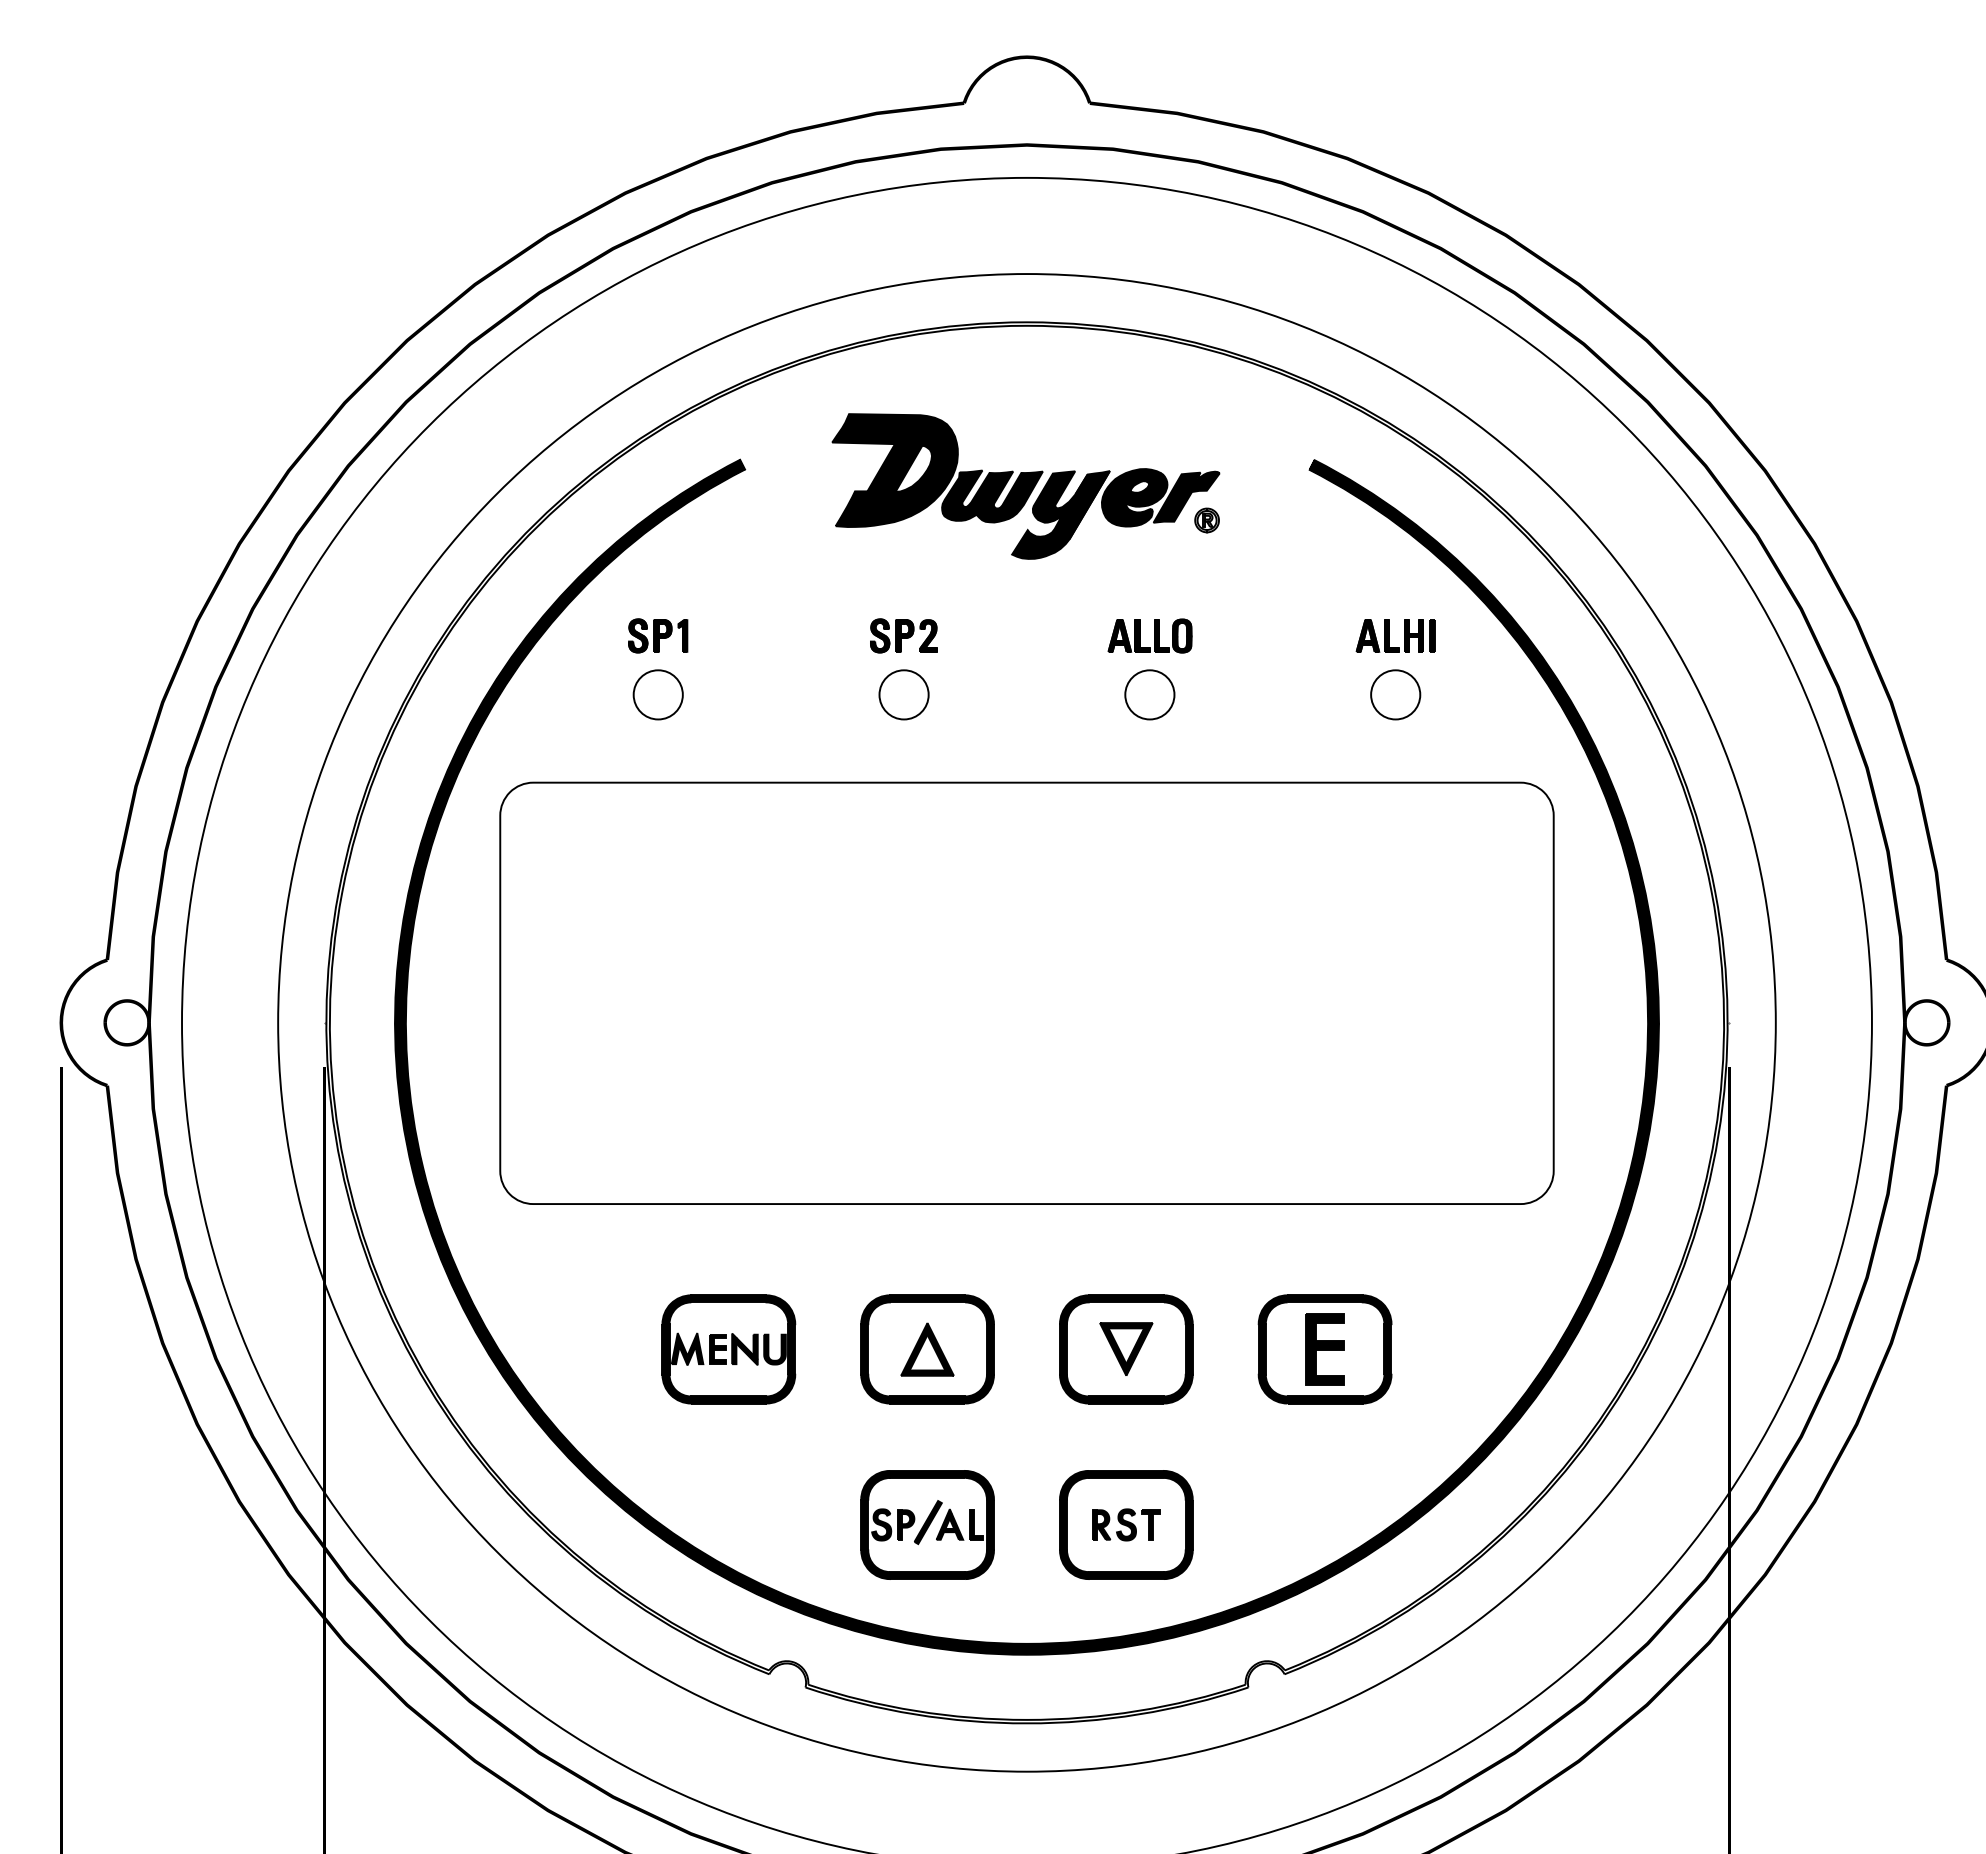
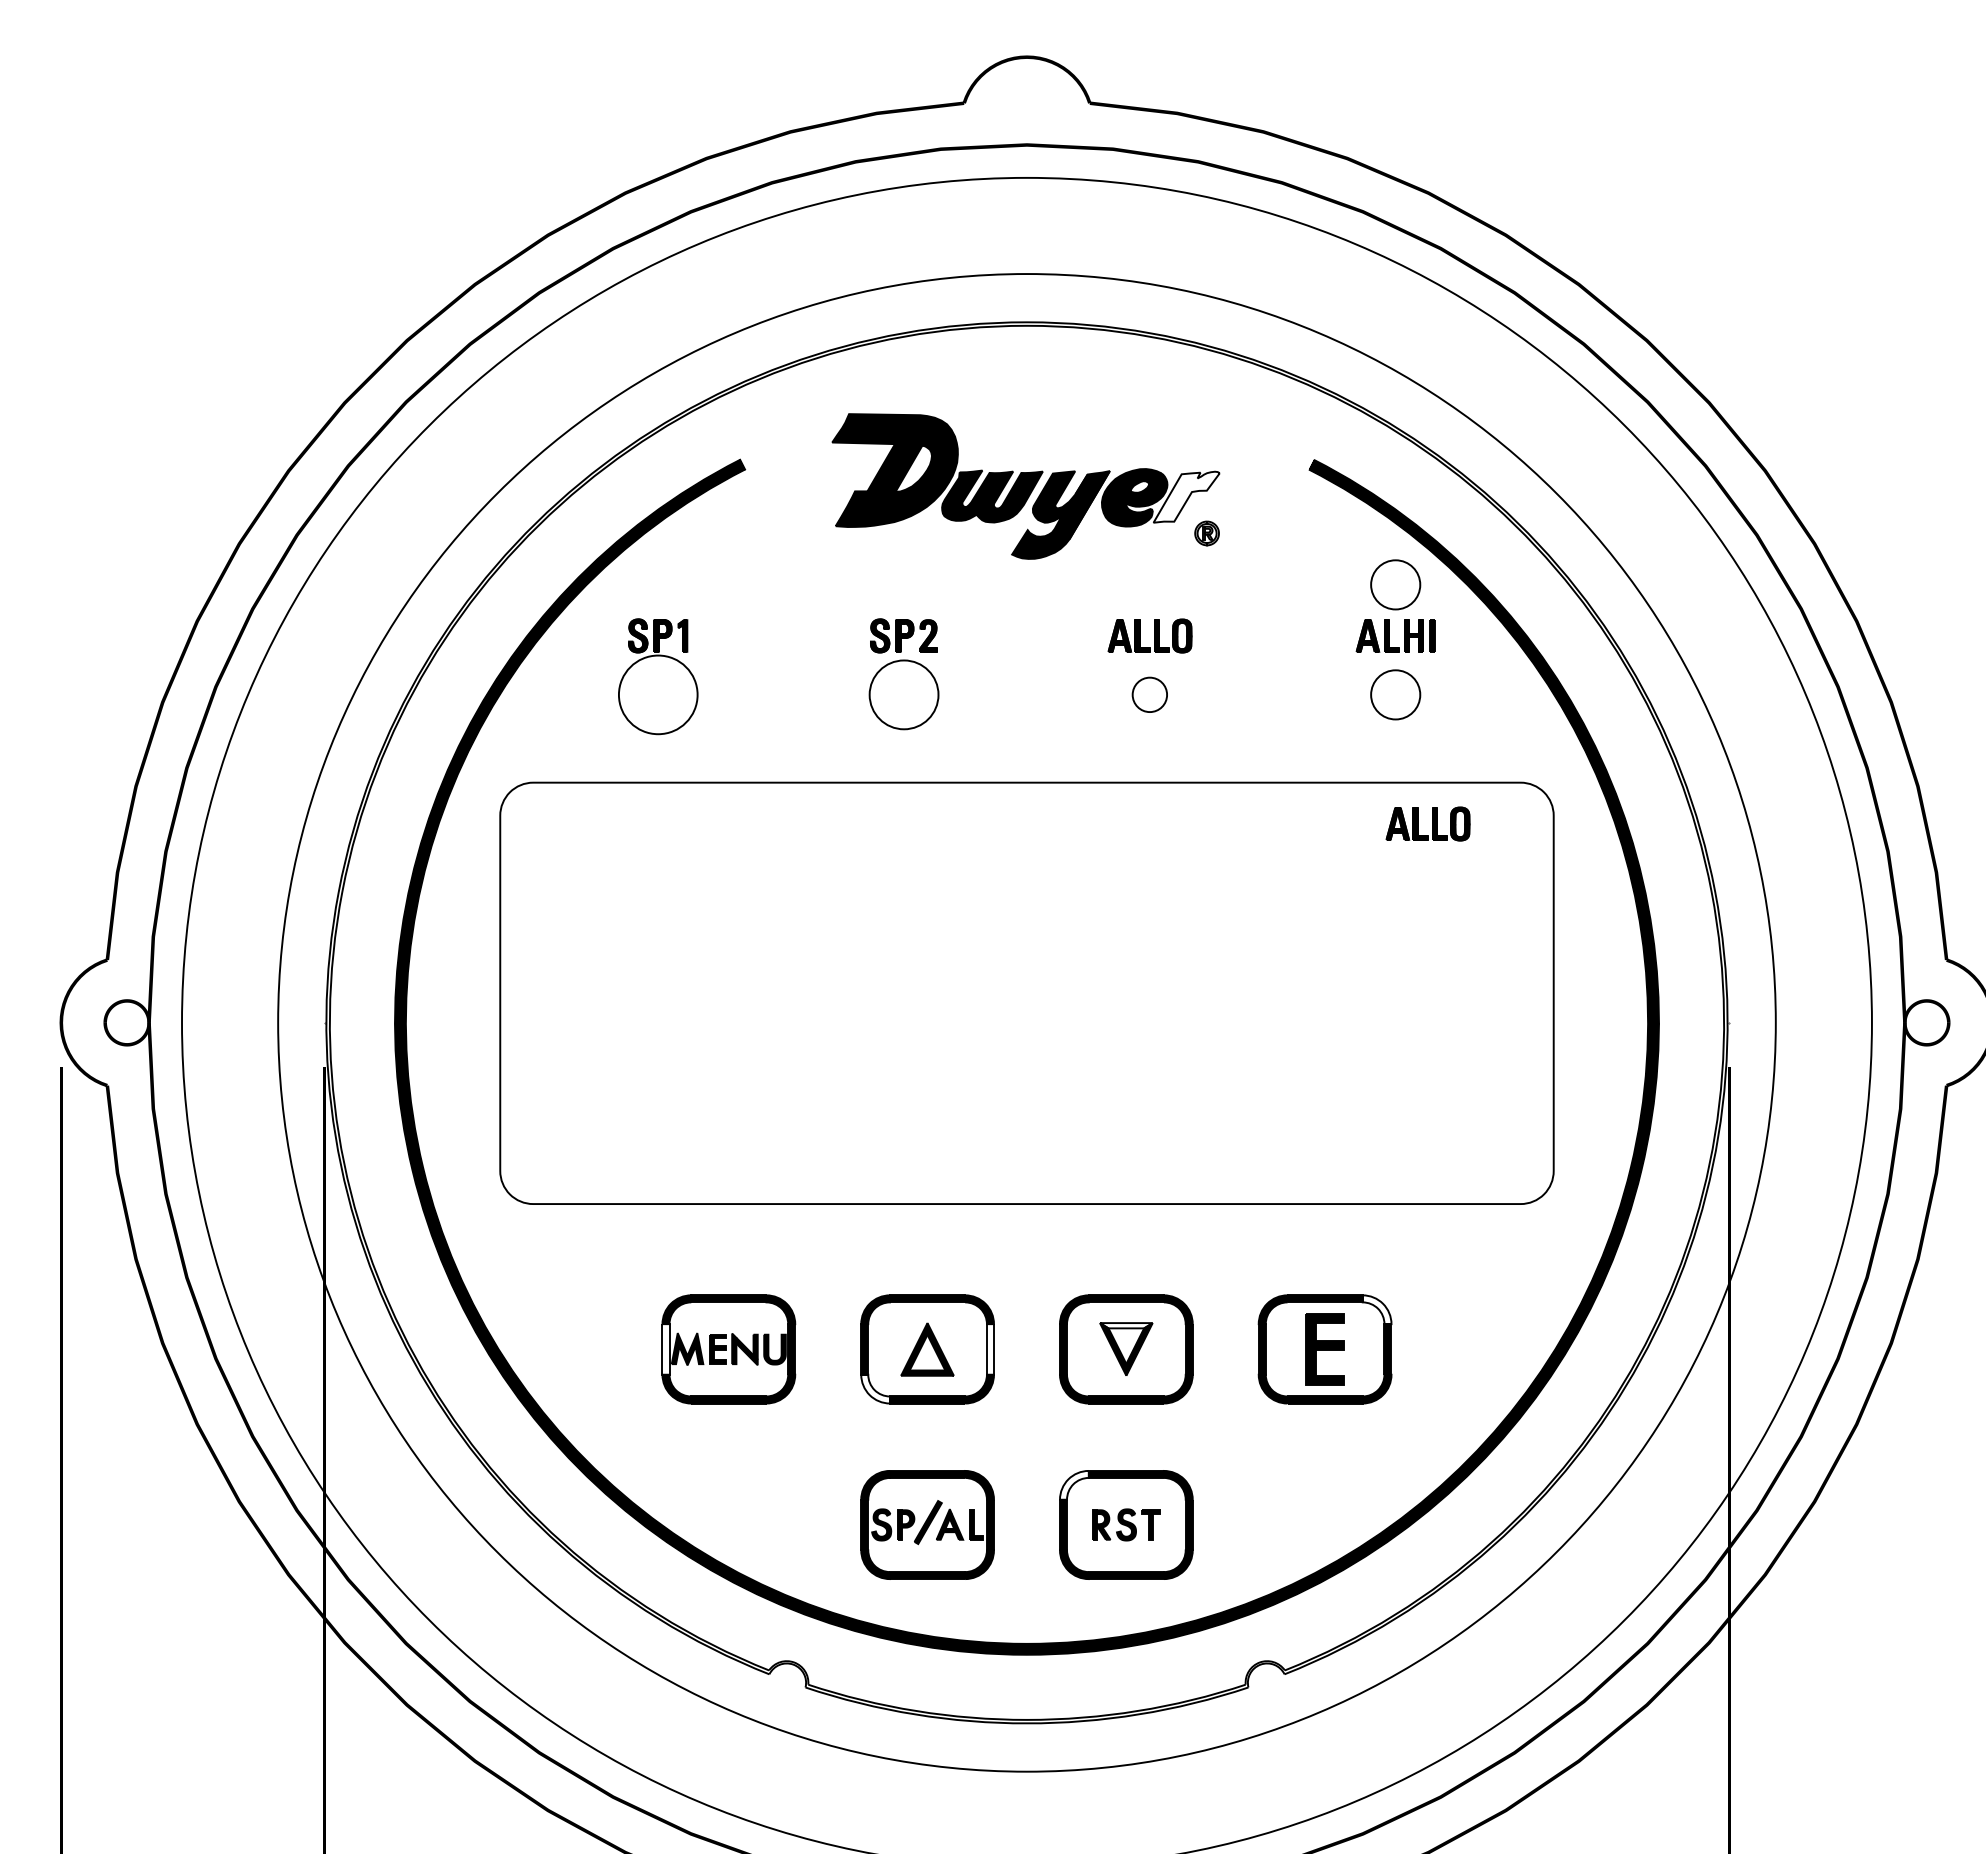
fill at (1186, 496): present -> none
part at (1206, 520) position: (1206, 520) -> (1206, 533)
circle at (1395, 584): none -> present
circle at (657, 694) diameter: 49 px -> 79 px
circle at (903, 694) diameter: 49 px -> 69 px
circle at (1149, 694) diameter: 49 px -> 34 px
part at (1427, 823): none -> present
fill at (1376, 1309): present -> none
fill at (1126, 1325): present -> none
fill at (665, 1349): present -> none
fill at (989, 1349): present -> none
fill at (875, 1388): present -> none
fill at (1073, 1484): present -> none
